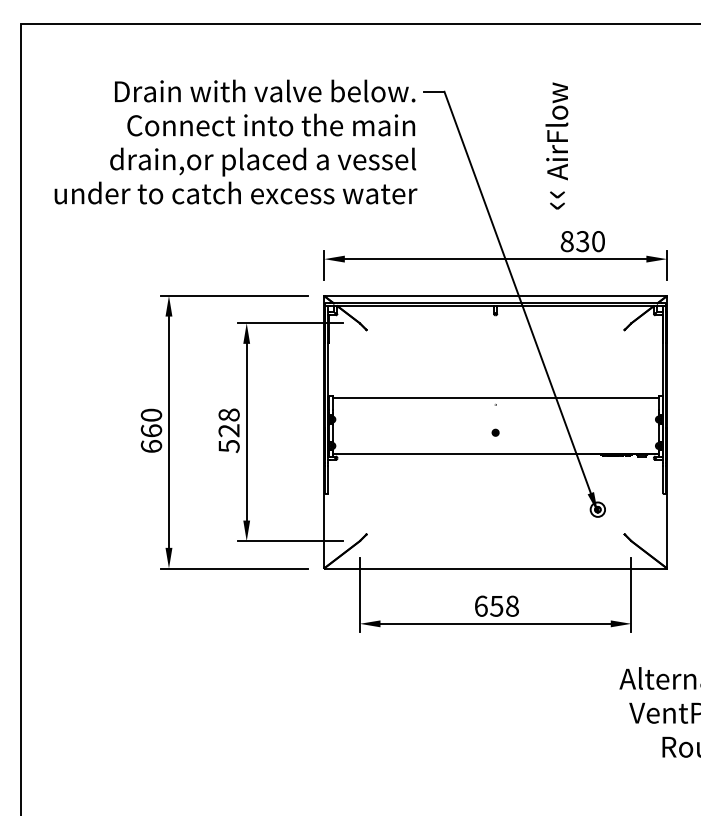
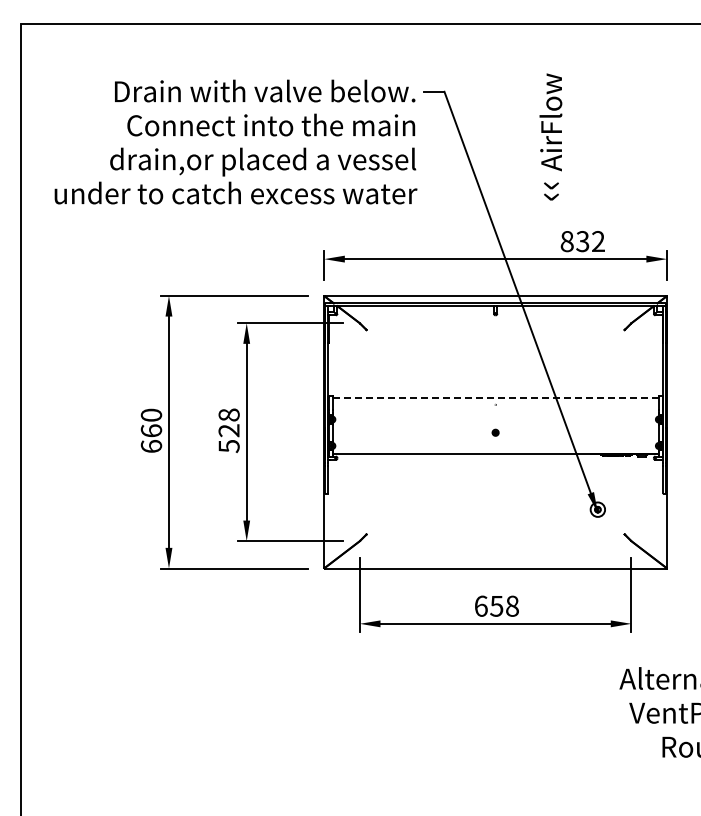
text at (556, 145) position: (556, 145) -> (550, 136)
text at (598, 241): 830 -> 832
line at (495, 397): solid -> dashed
